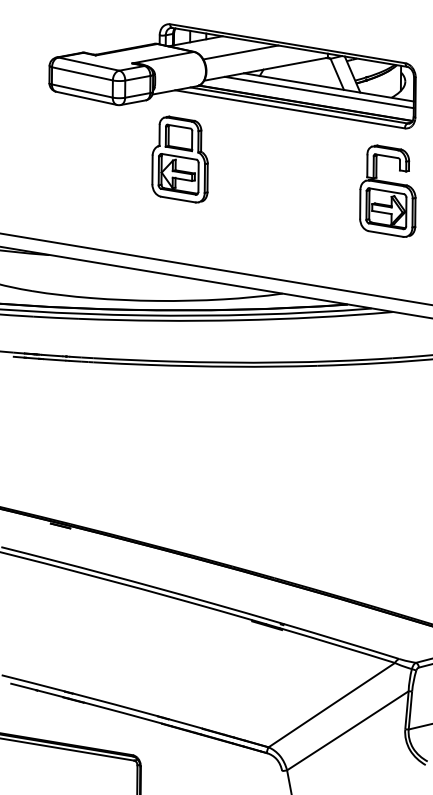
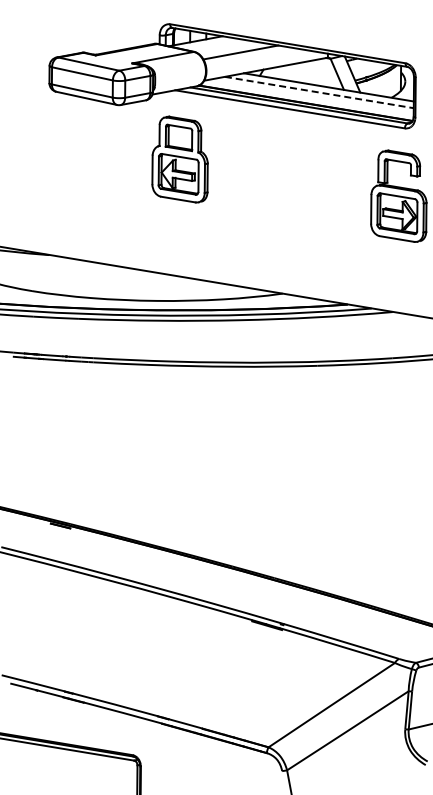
line at (319, 92): solid -> dashed
part at (387, 190) position: (387, 190) -> (398, 195)
line at (215, 268): present -> none
